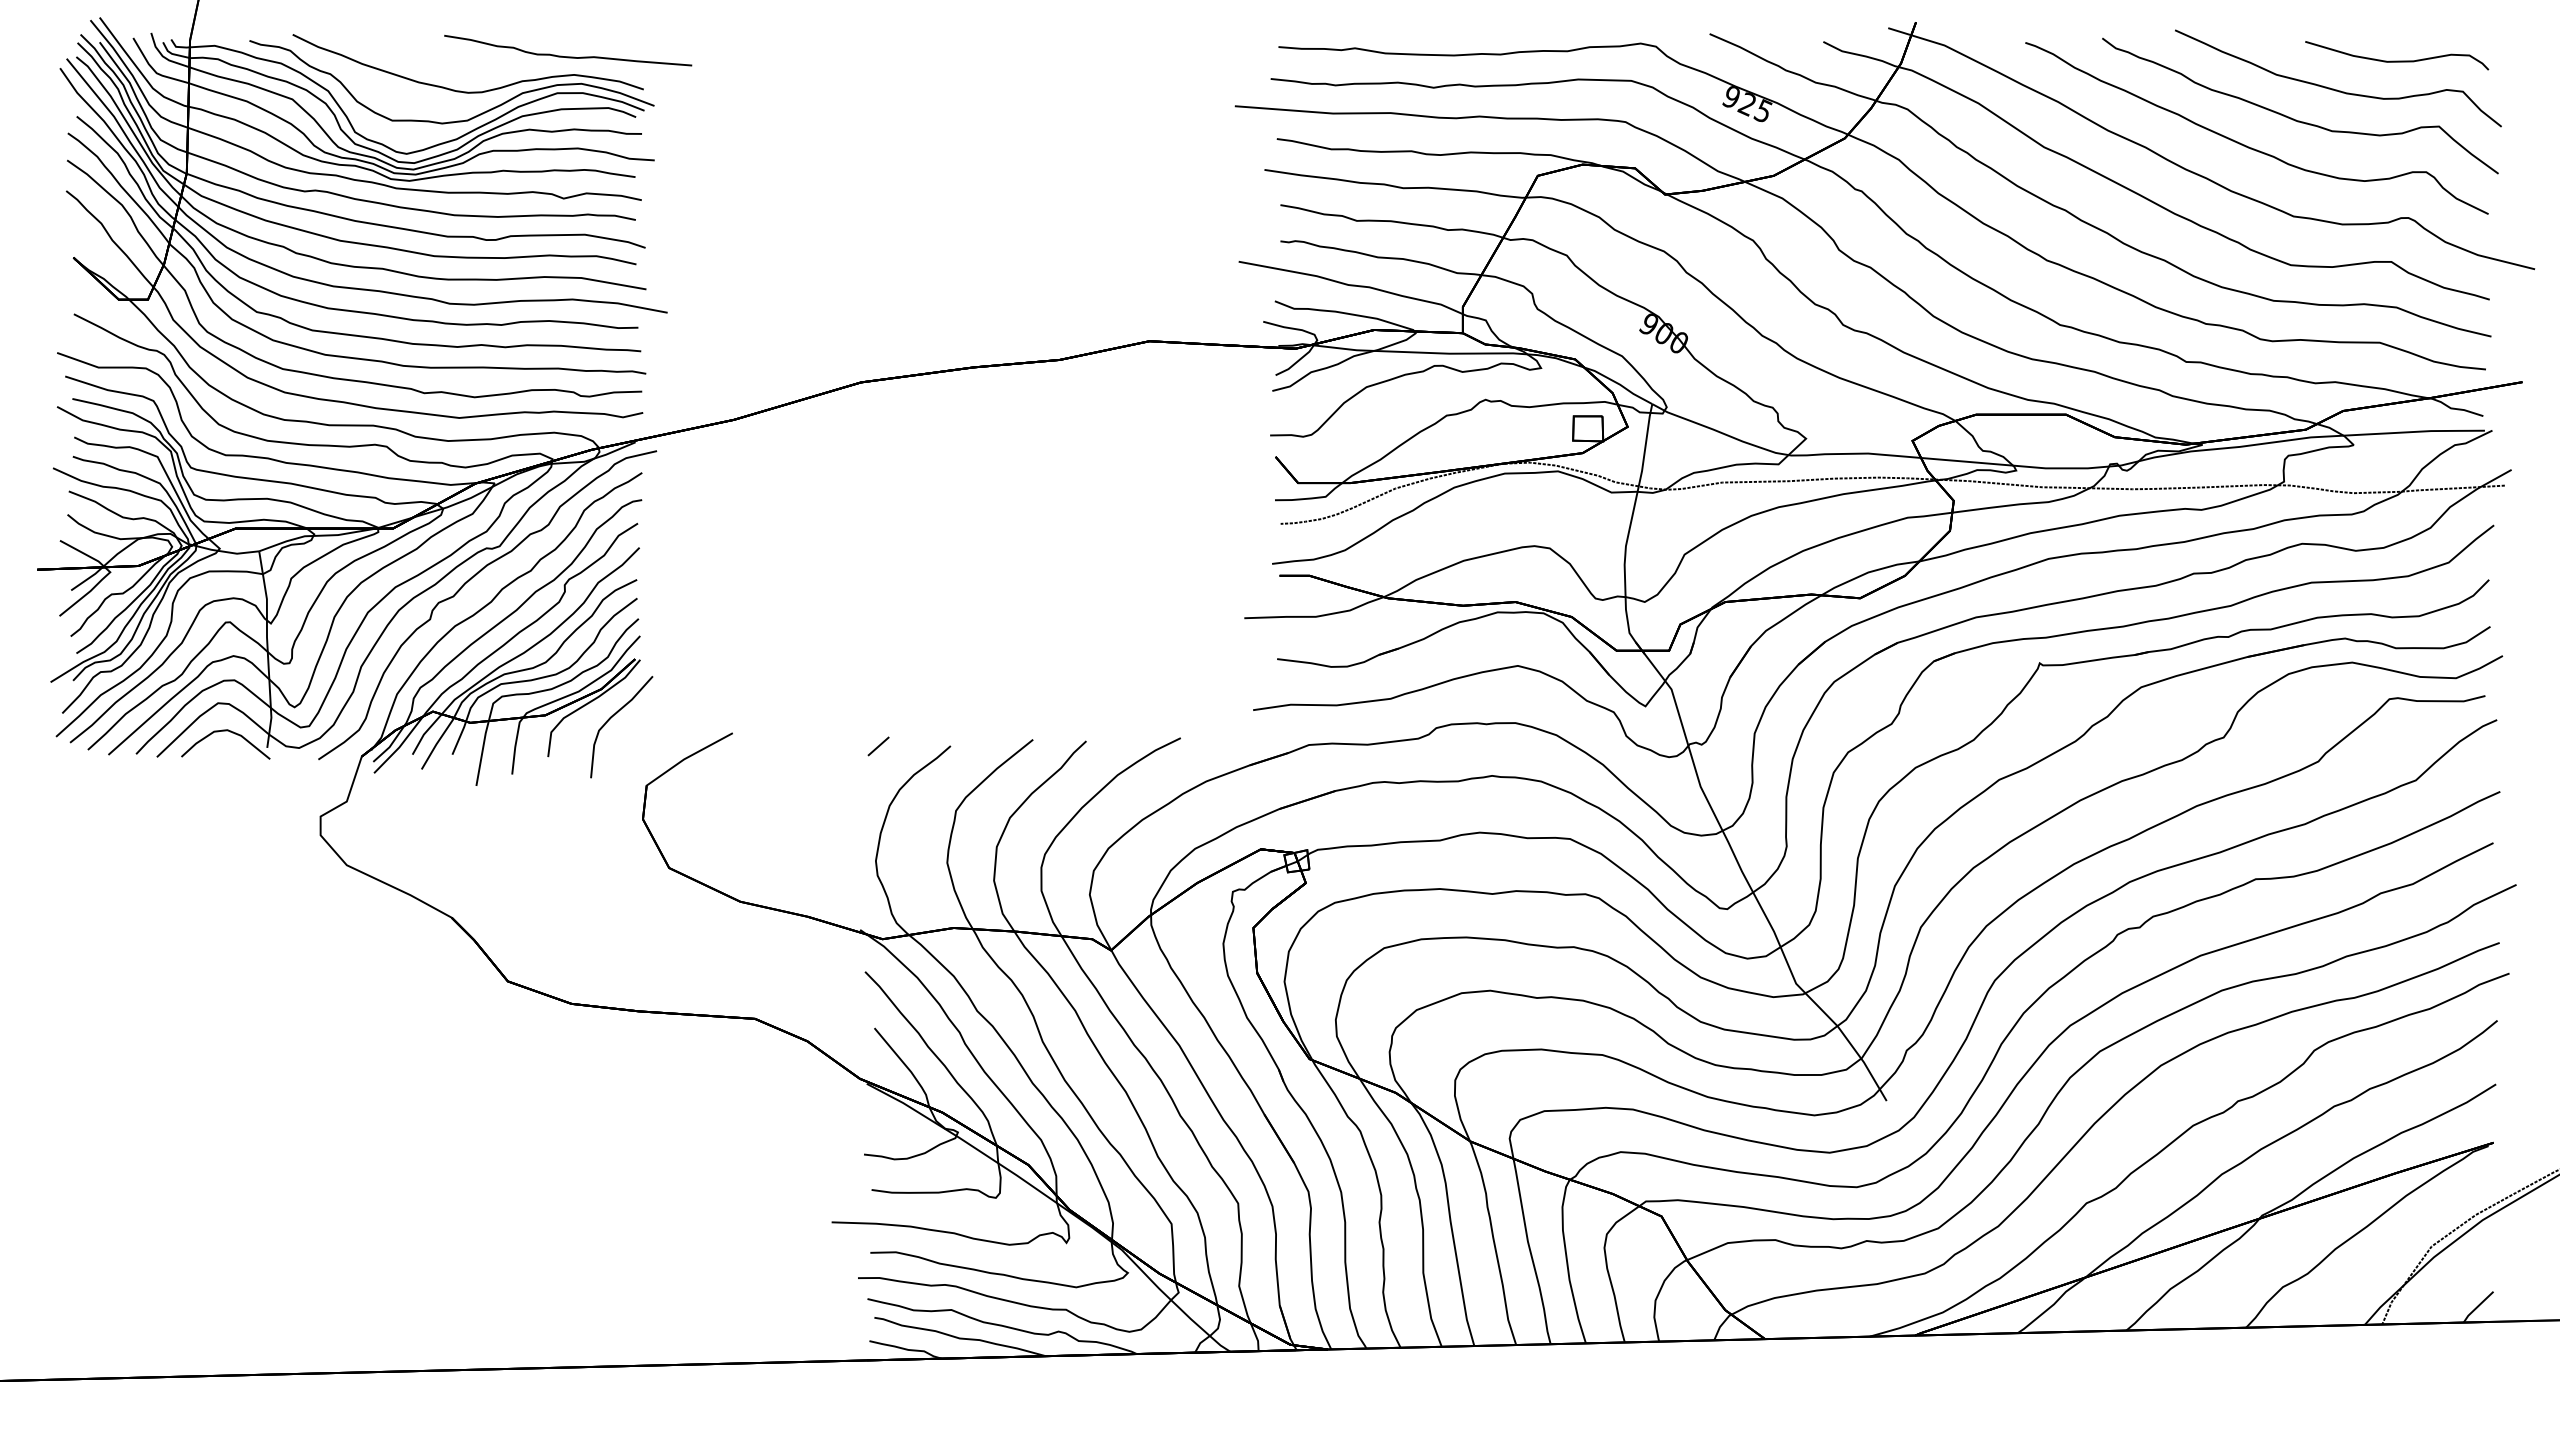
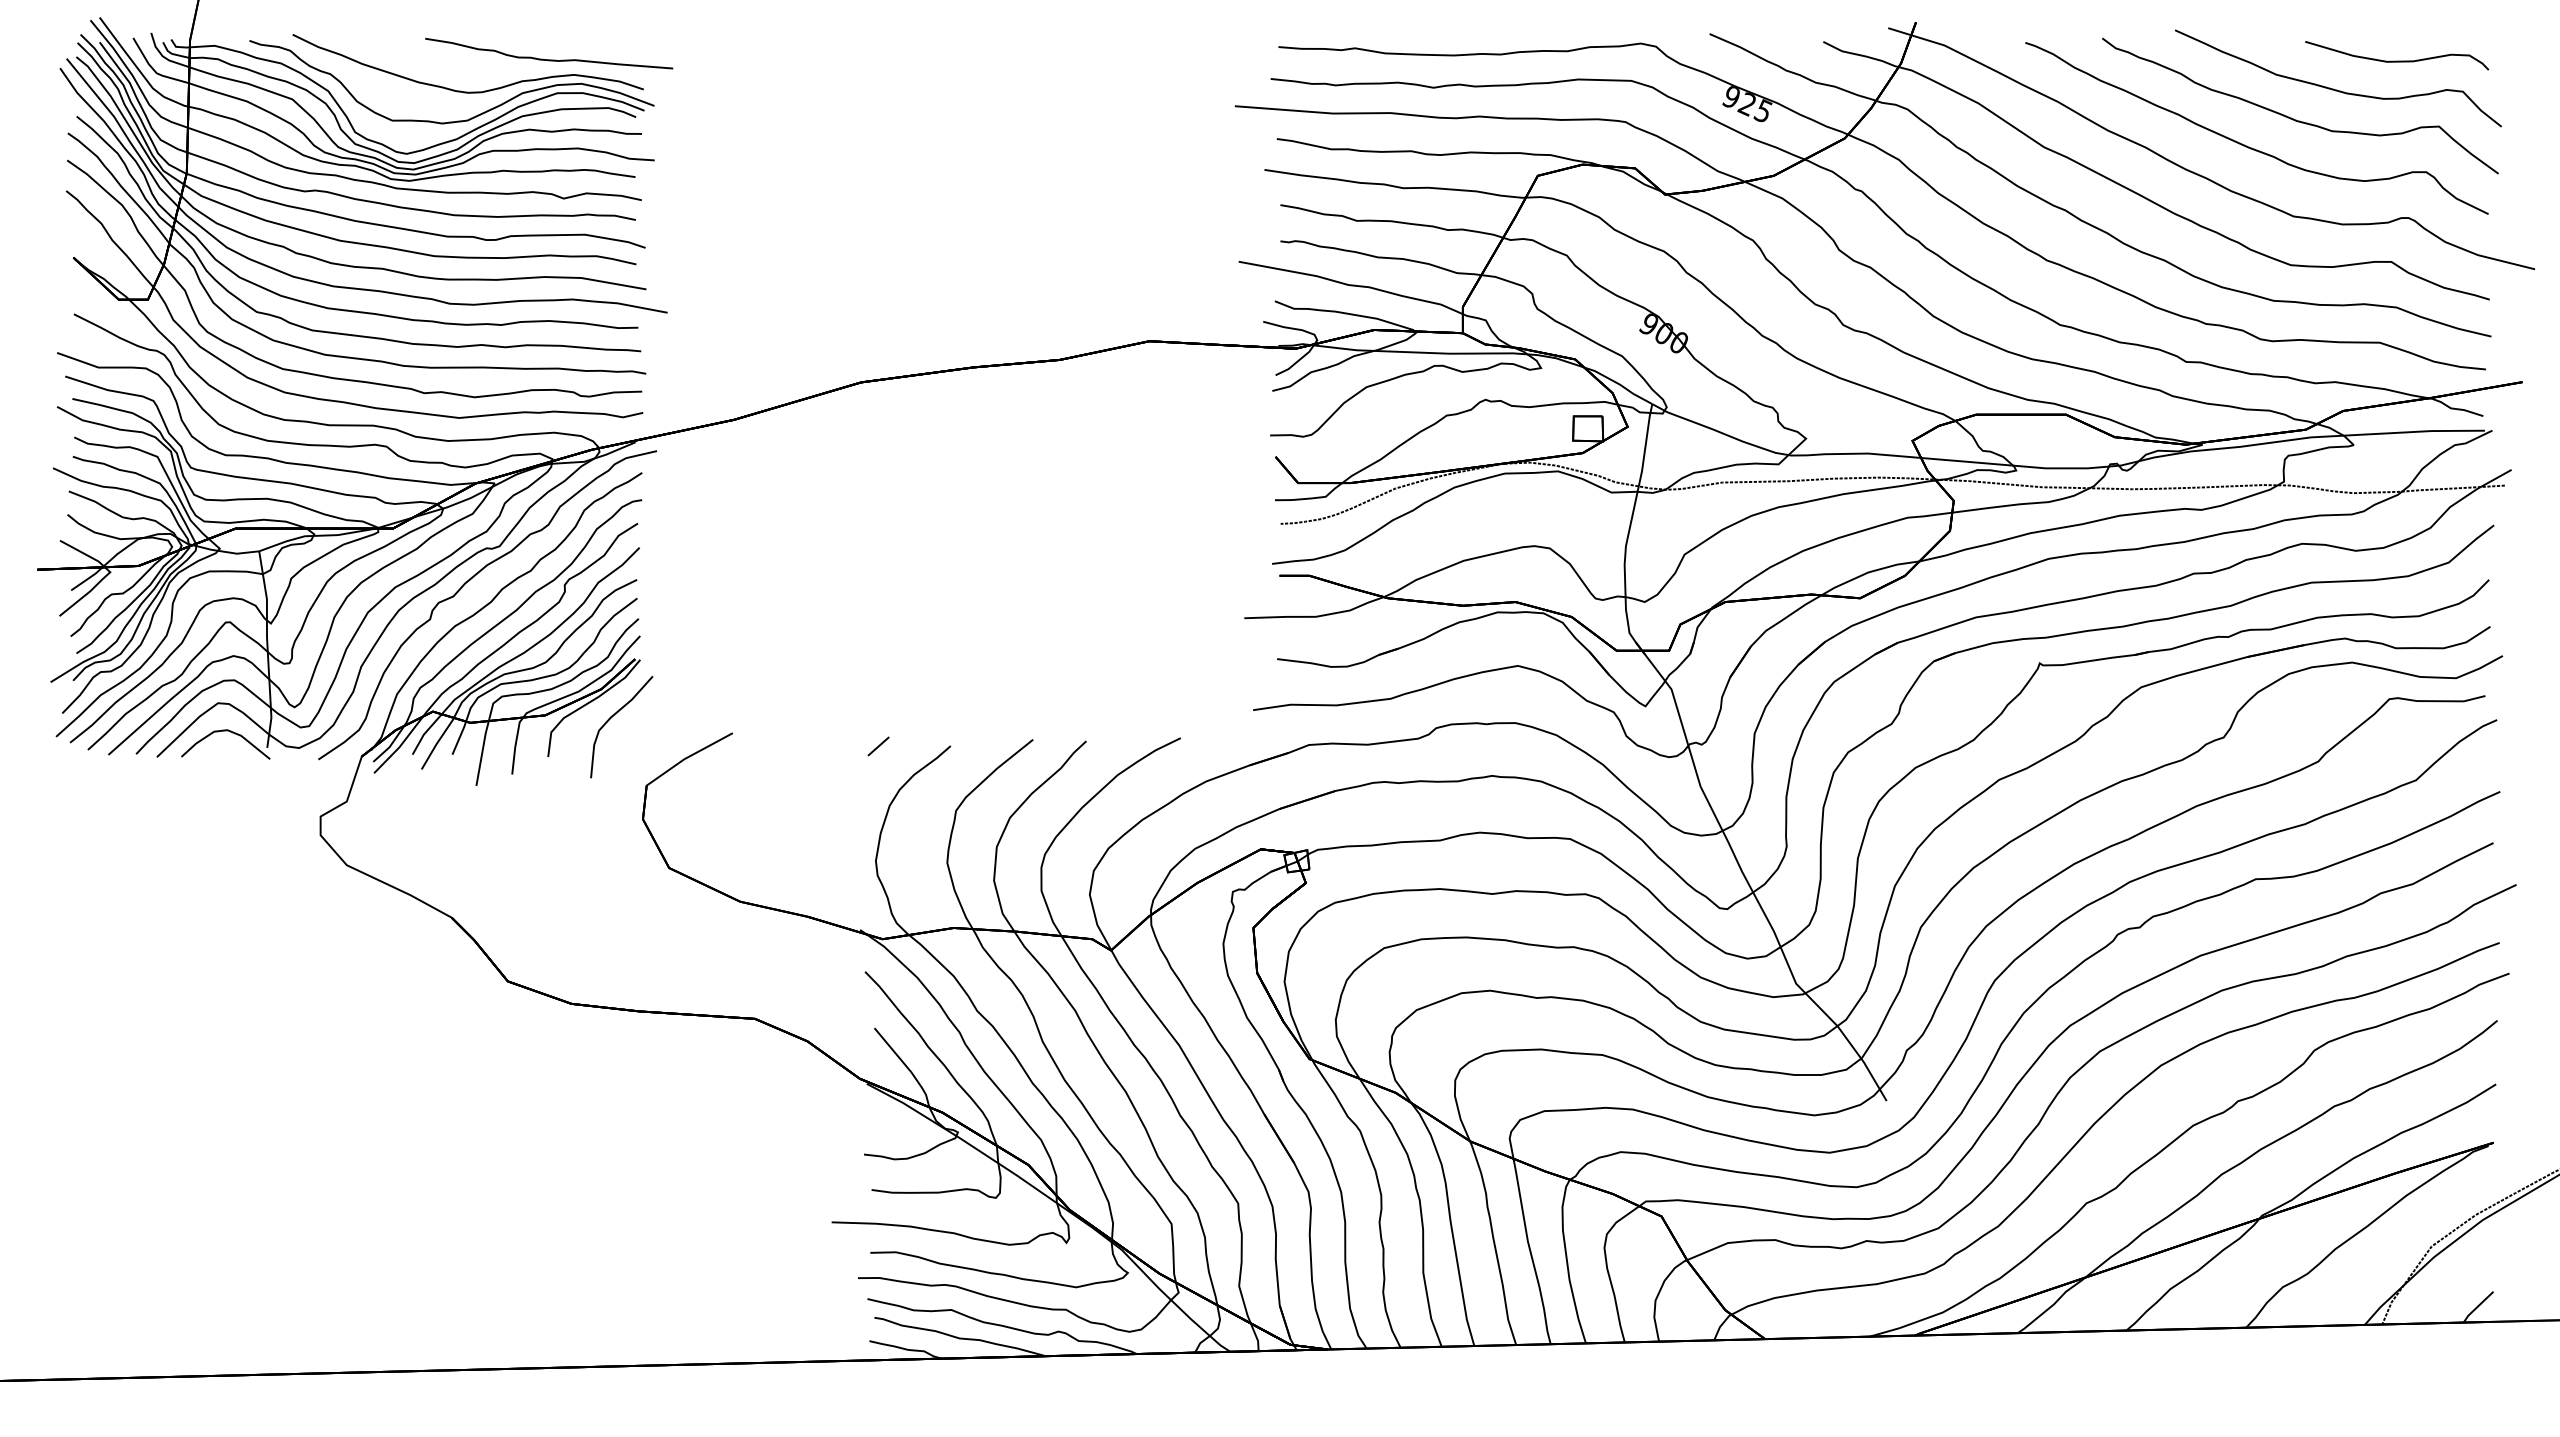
part at (568, 50) position: (568, 50) -> (549, 53)
